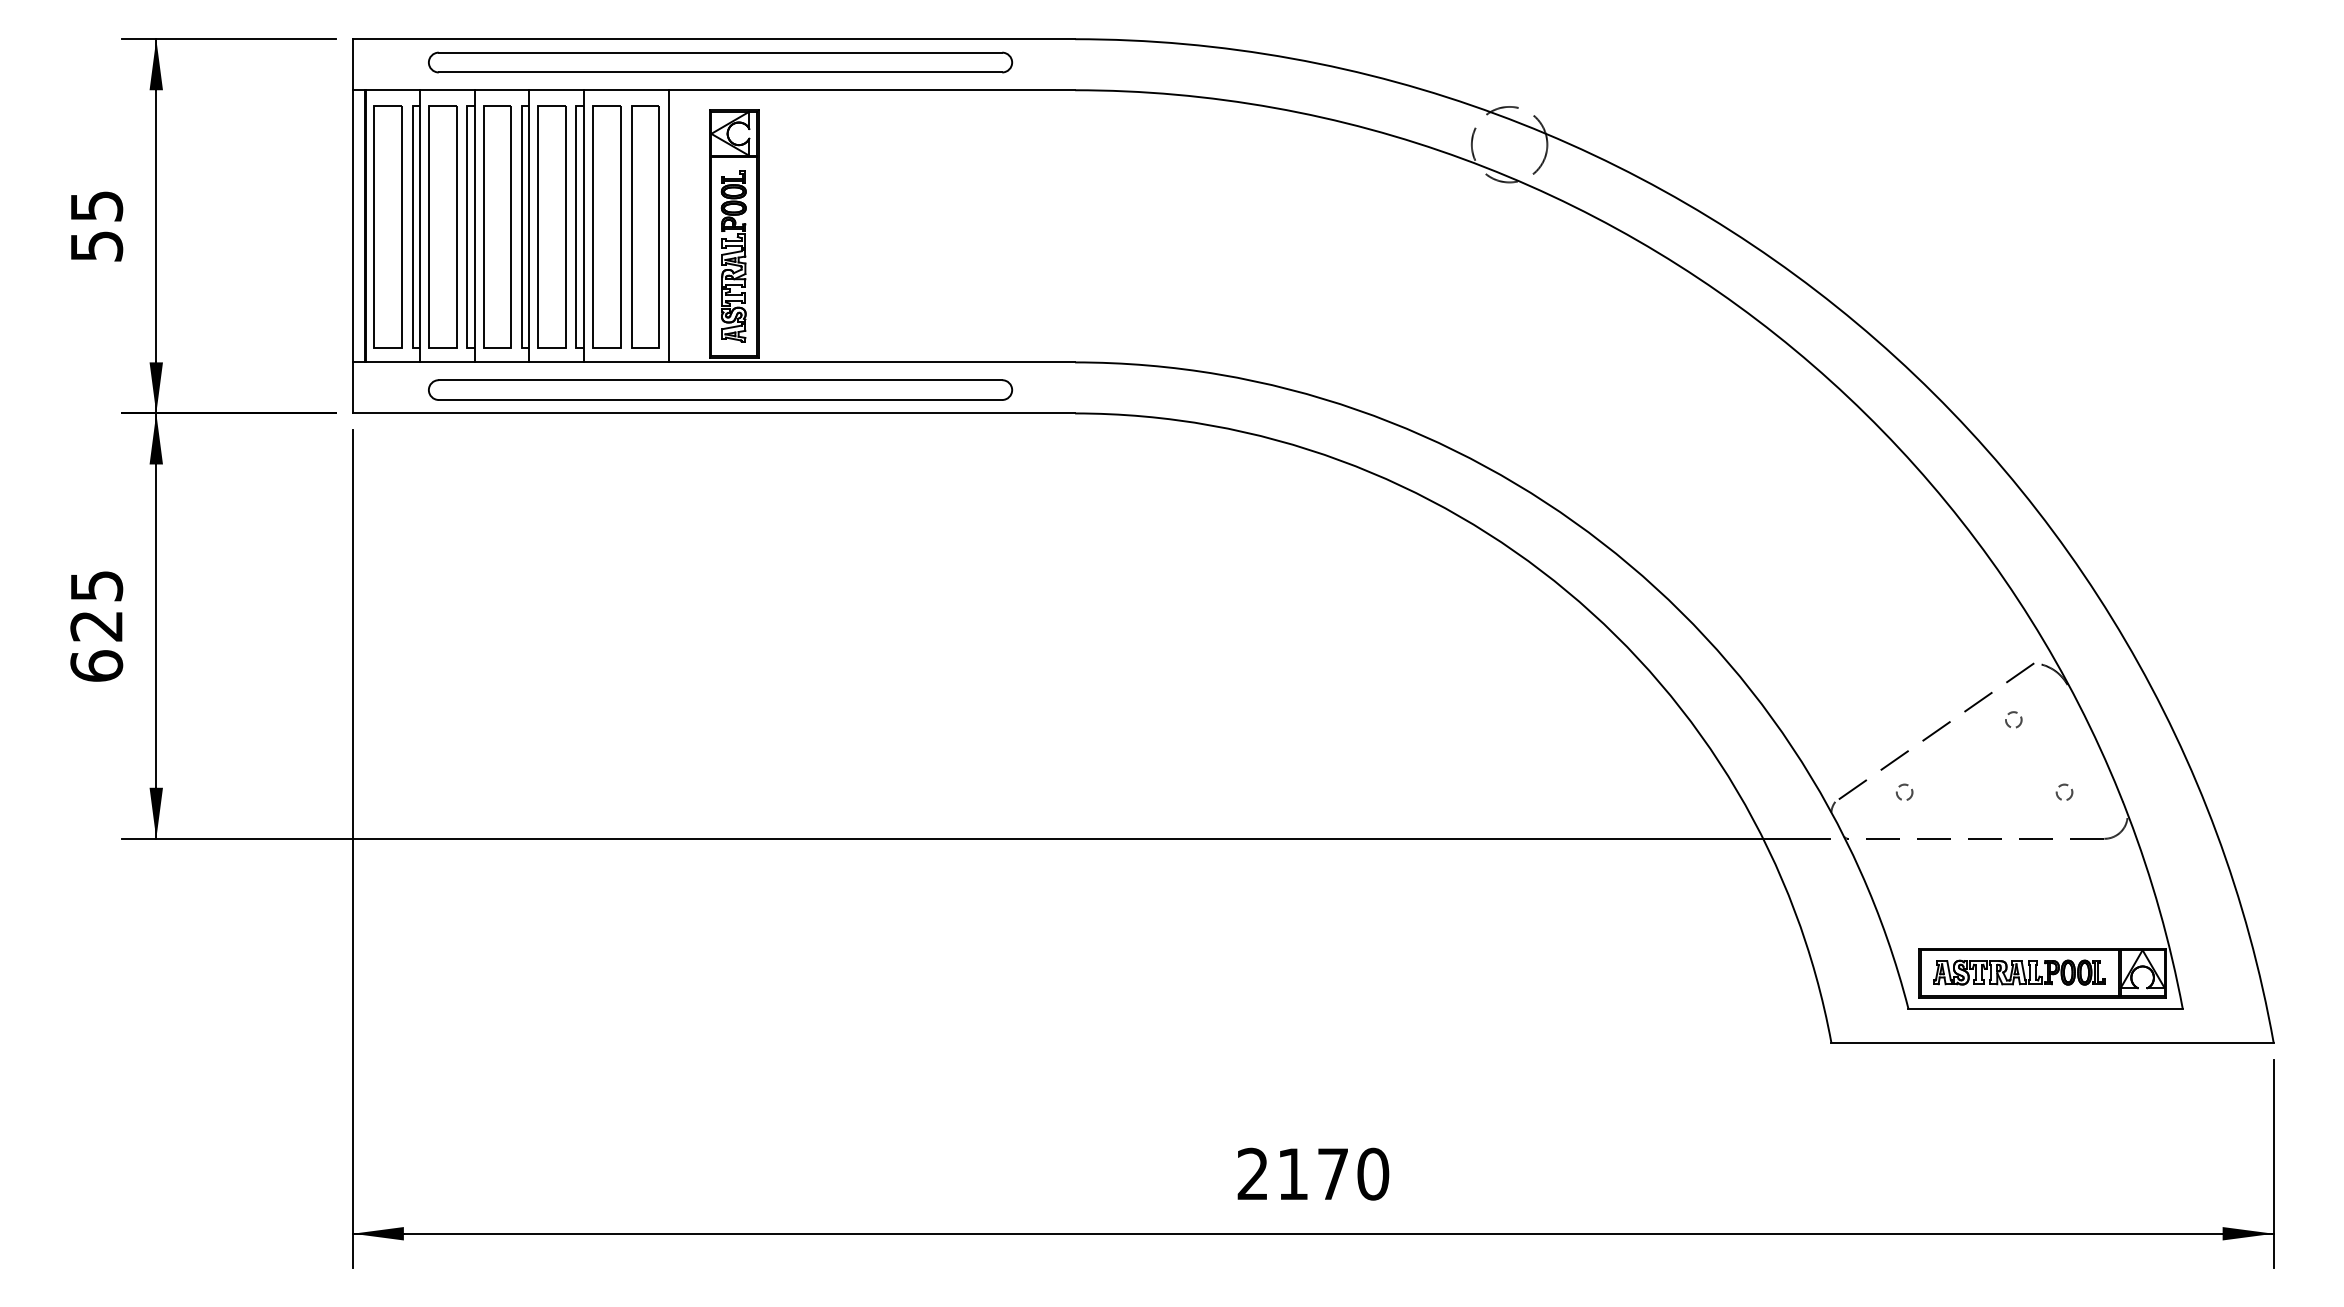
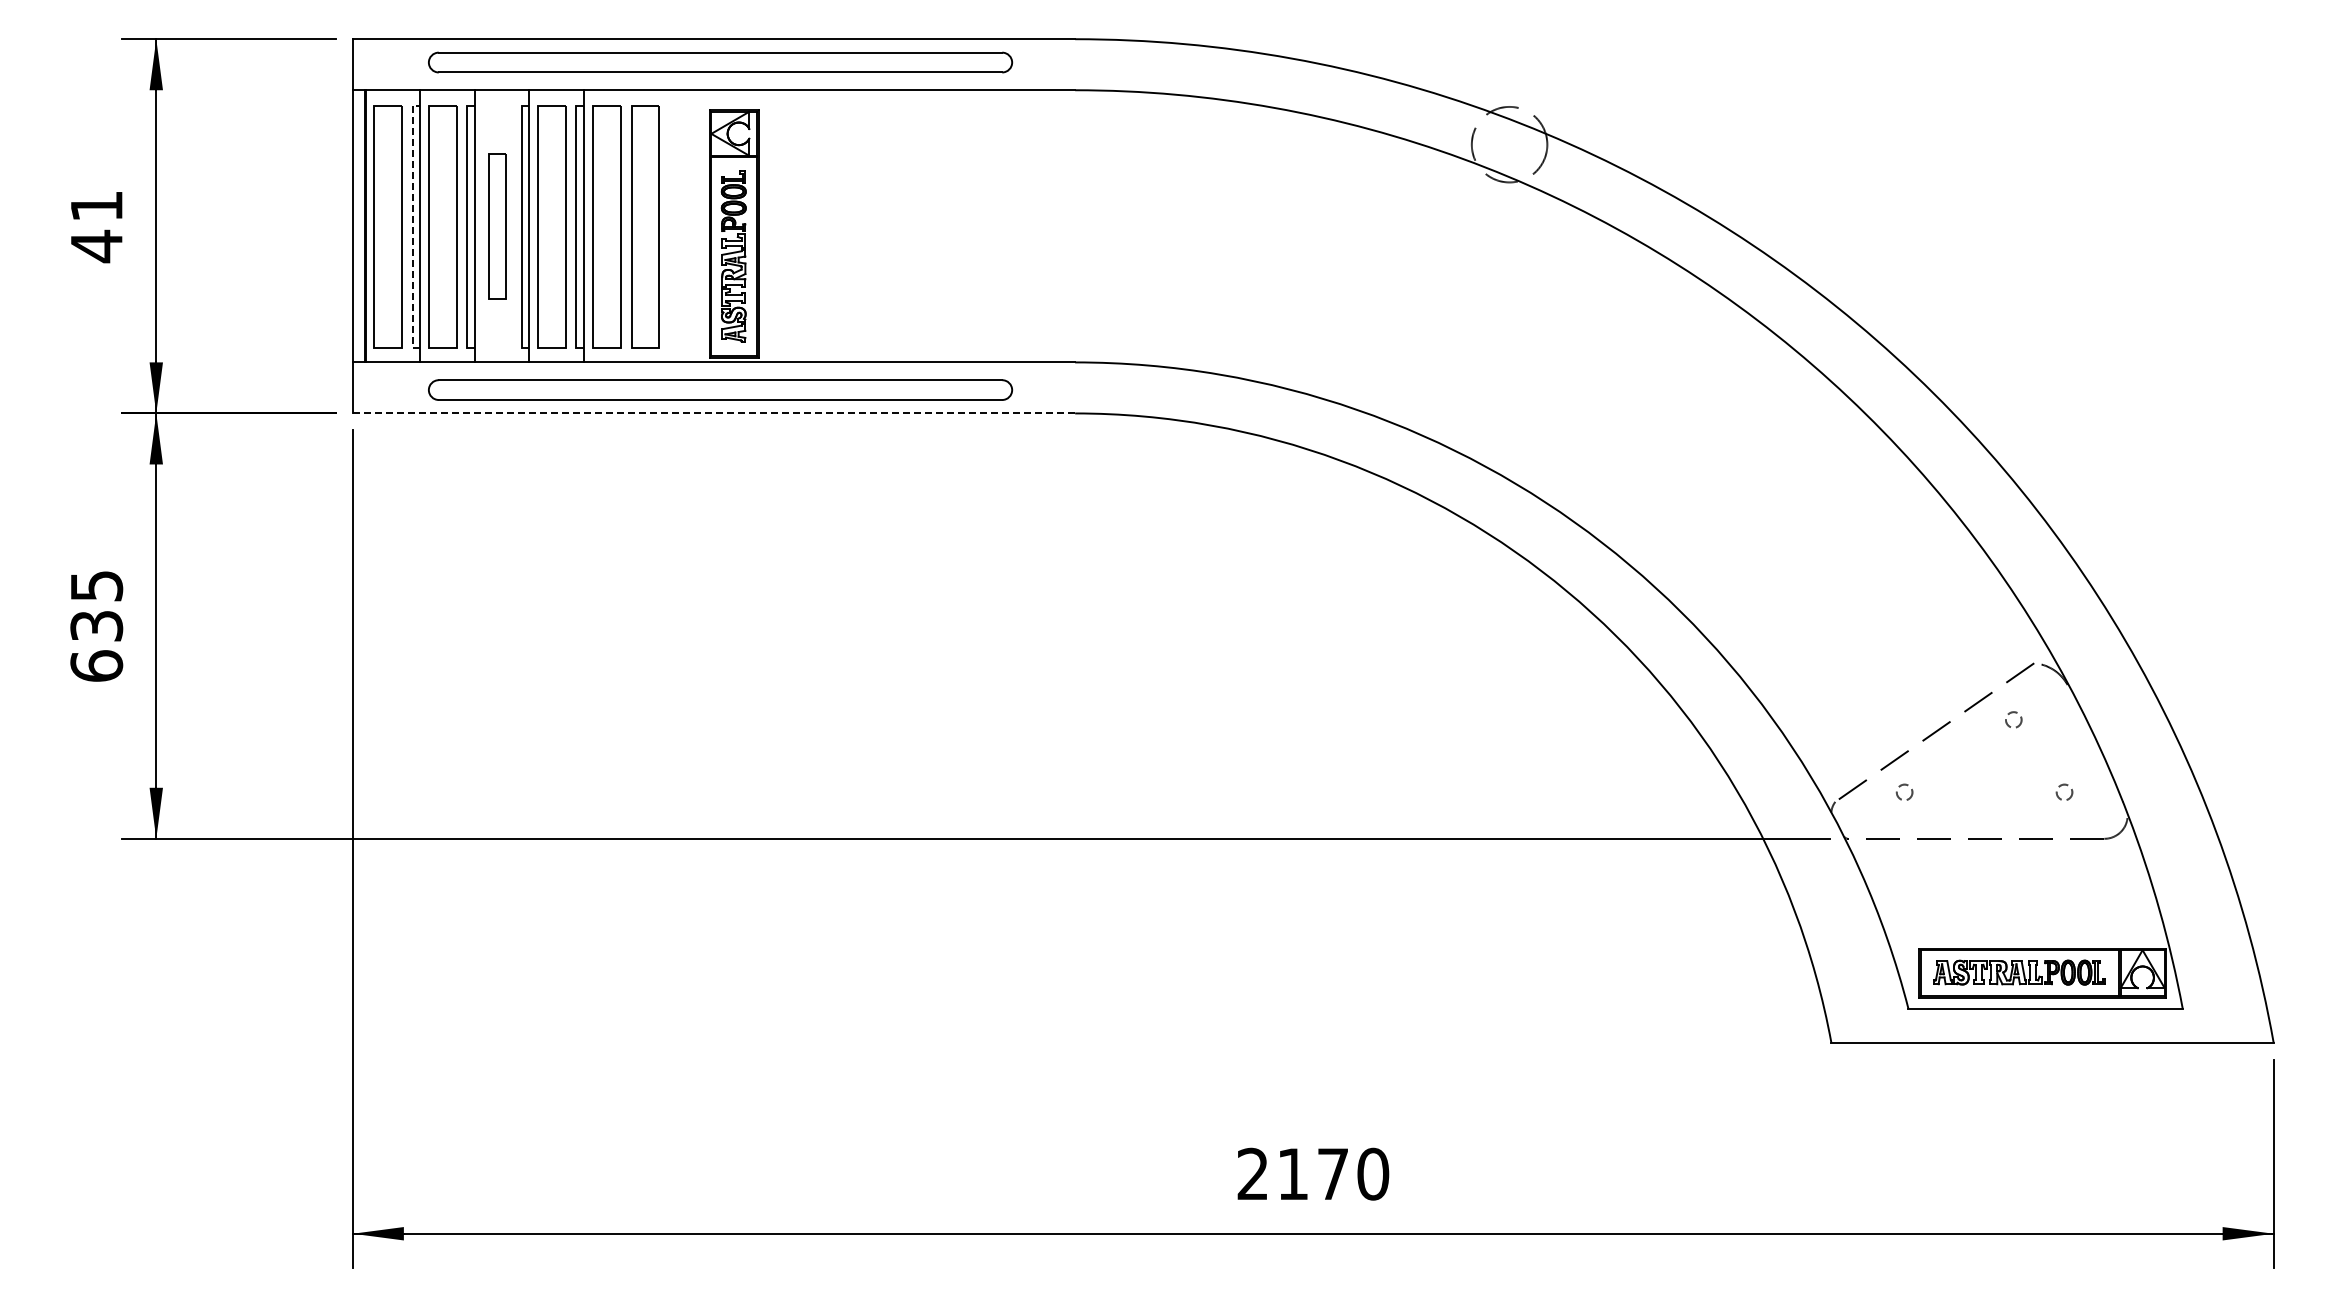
line at (412, 226): solid -> dashed
part at (497, 226) size: 29x244 px -> 19x147 px
line at (669, 226): present -> none
text at (97, 227): 55 -> 41
line at (713, 413): solid -> dashed
text at (96, 626): 625 -> 635
